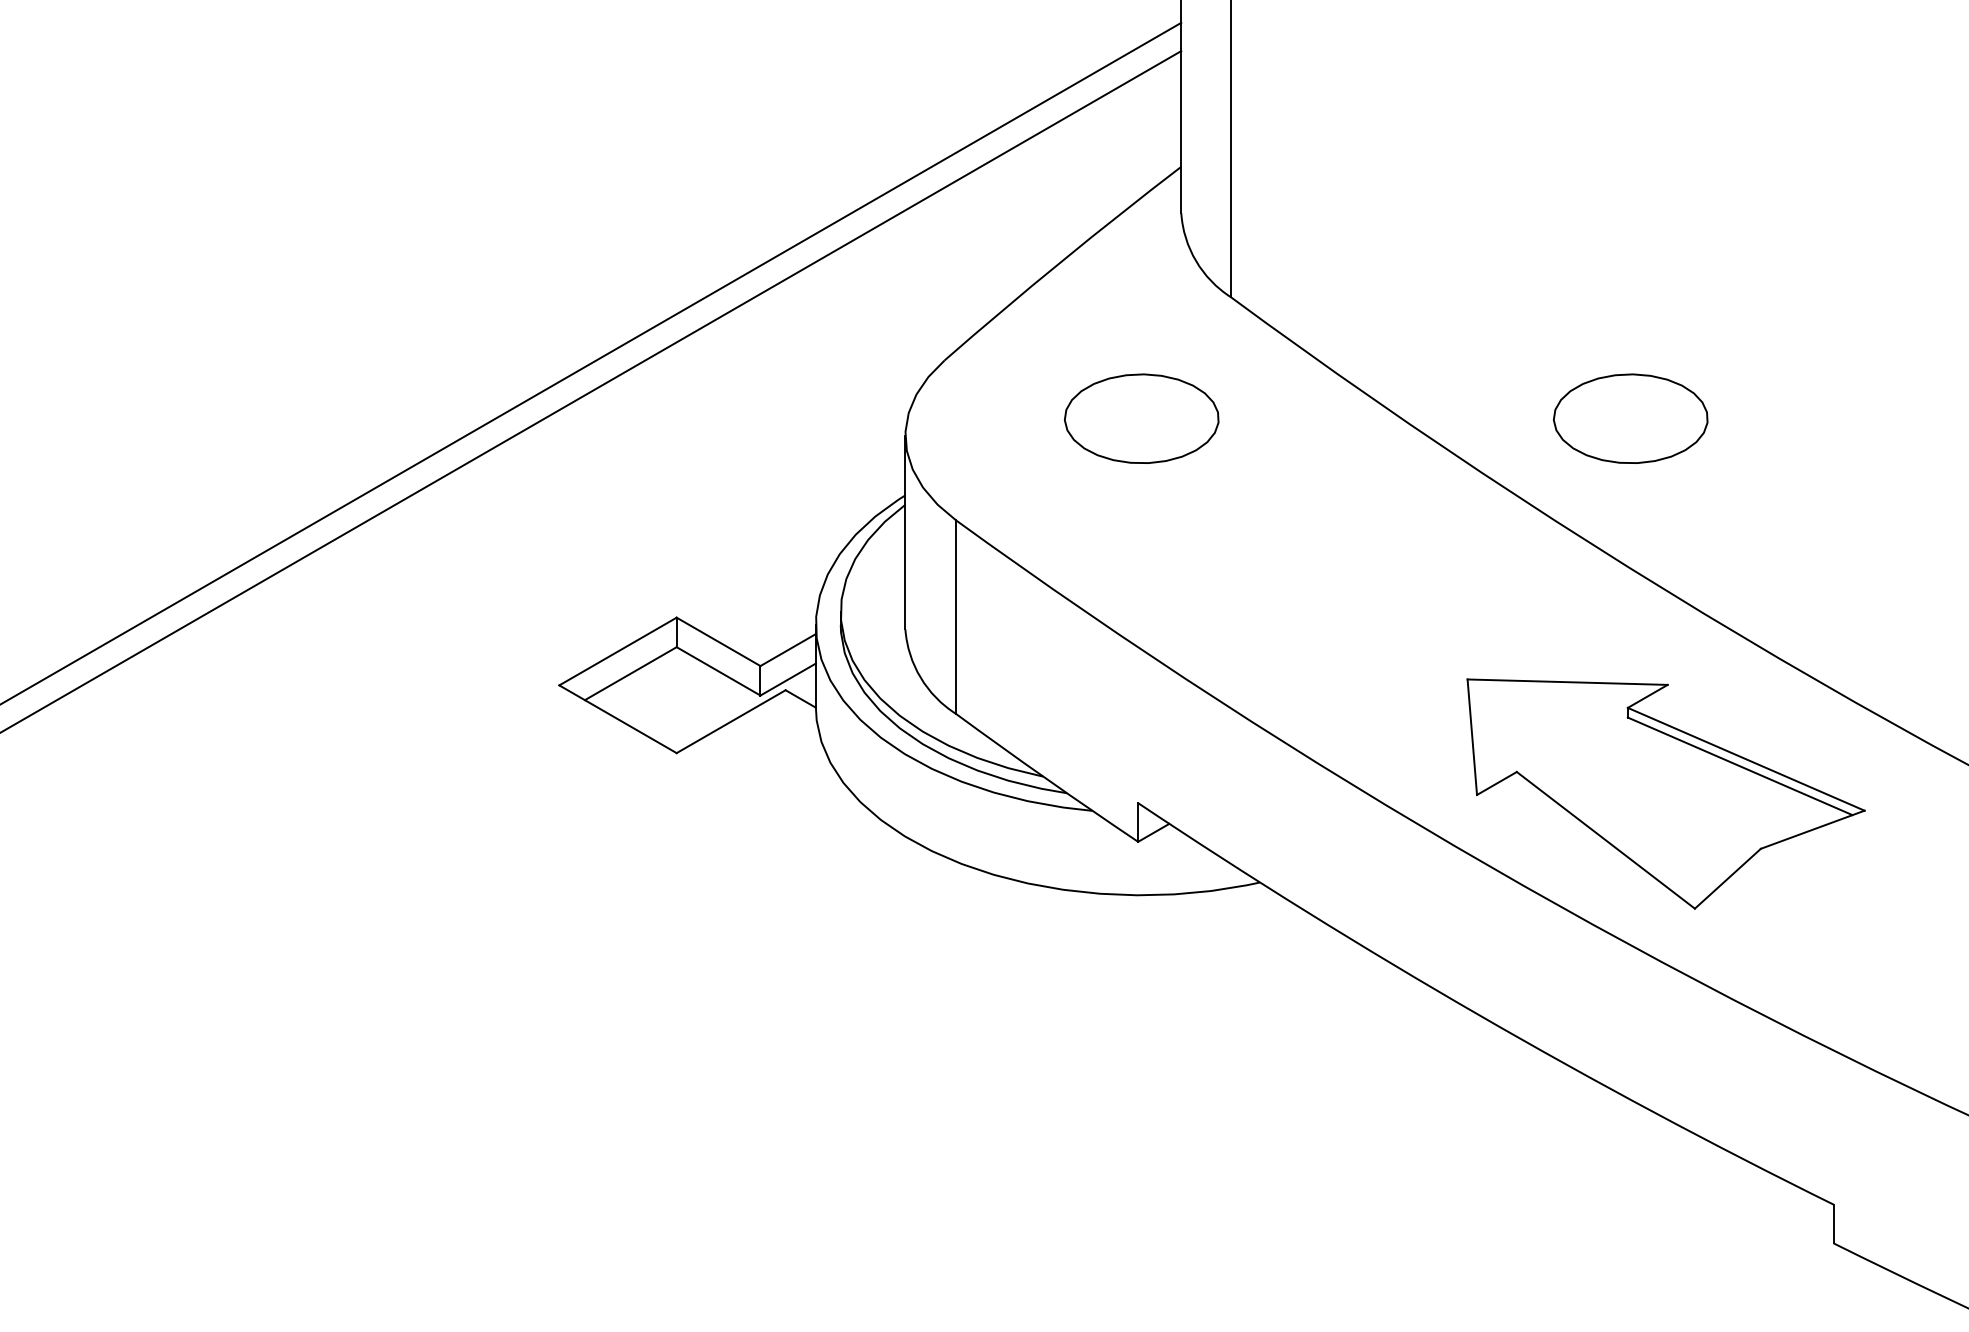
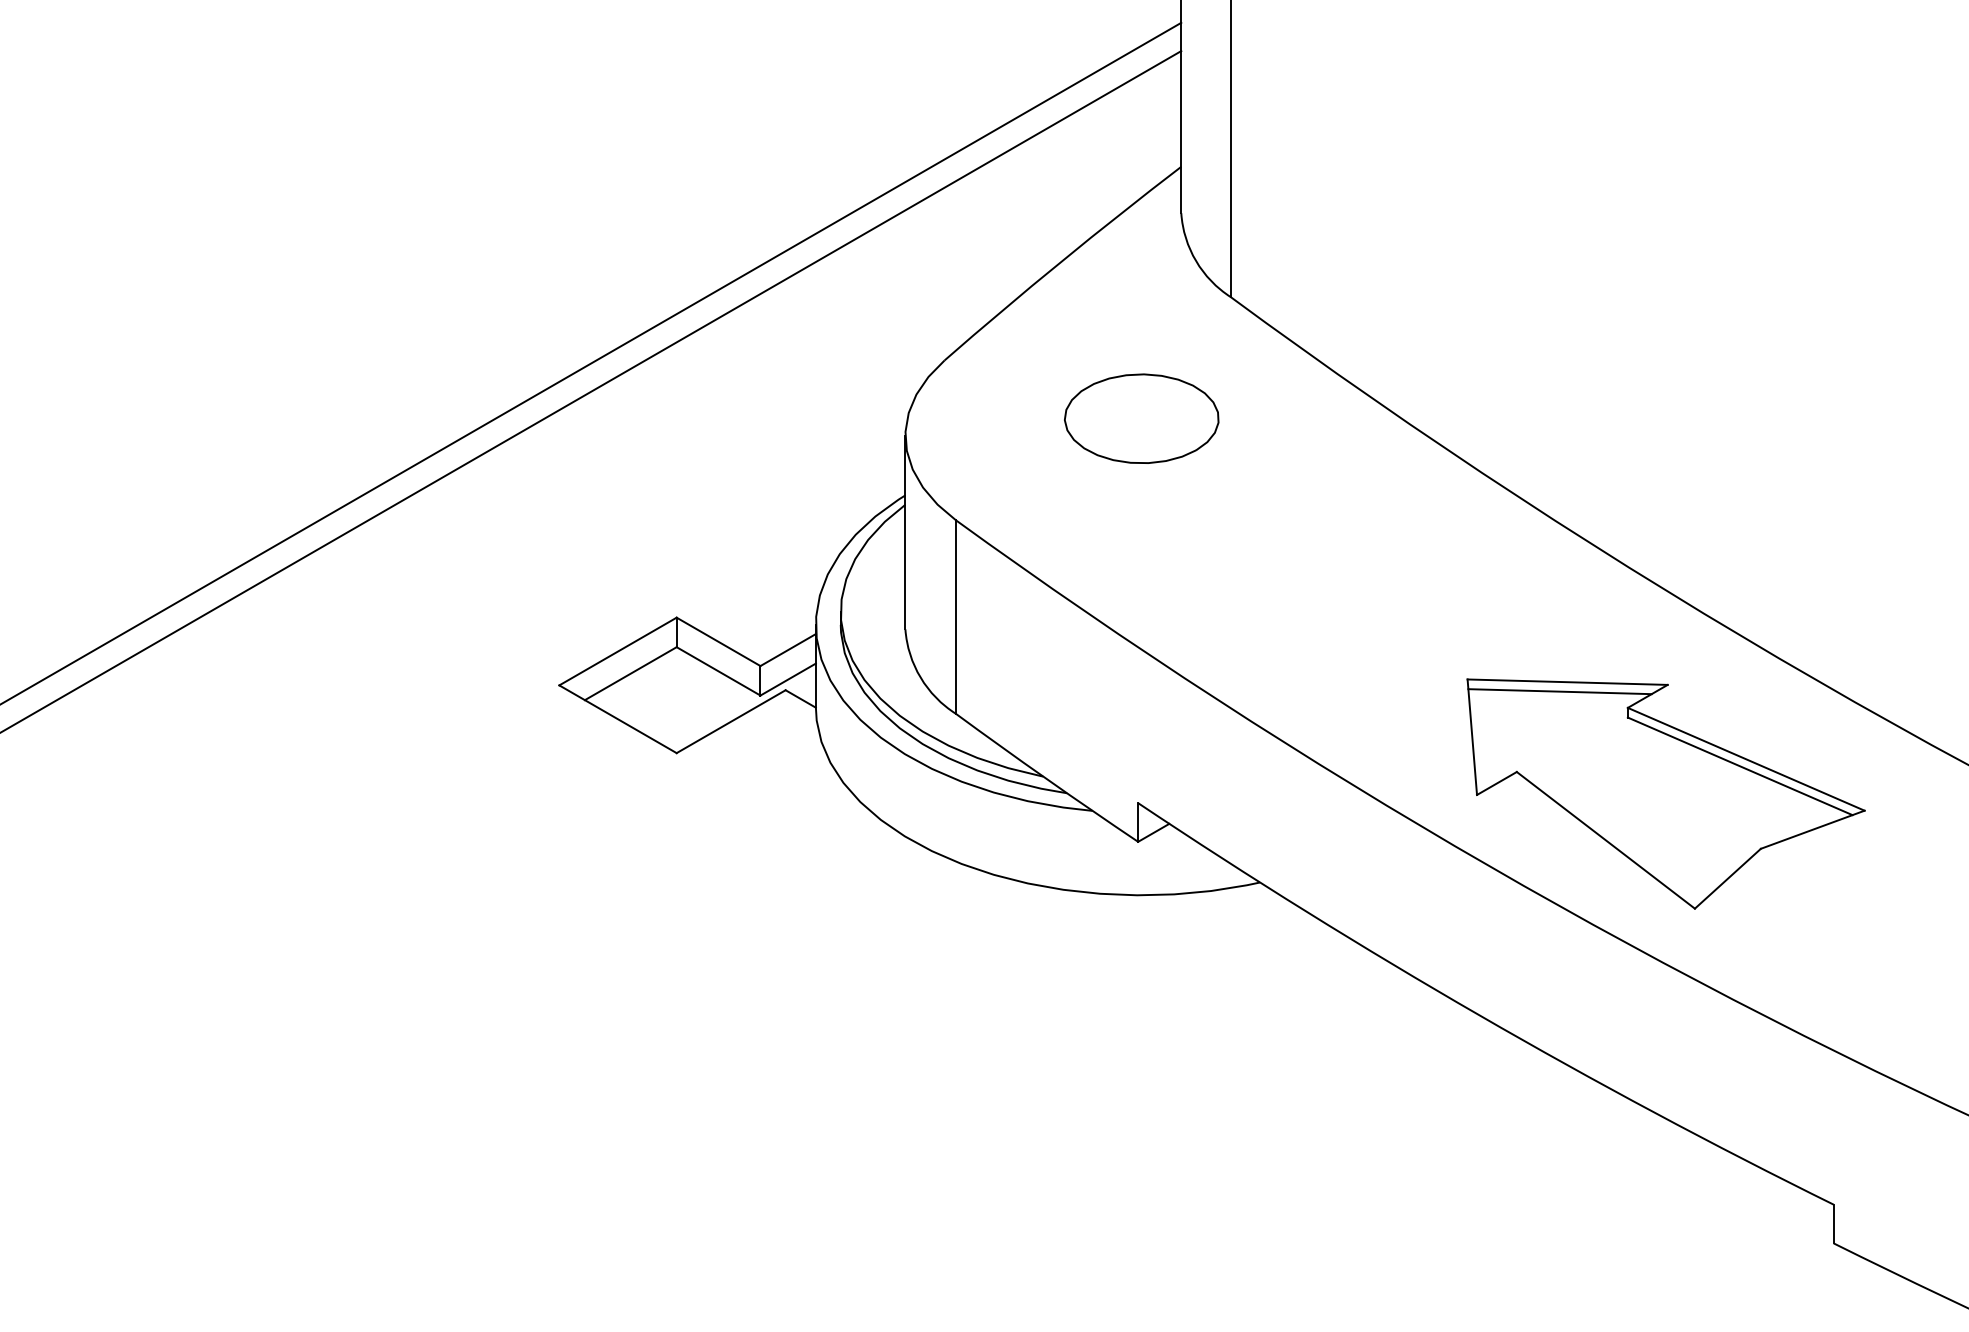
part at (1630, 418): present -> none
line at (1559, 691): none -> present
